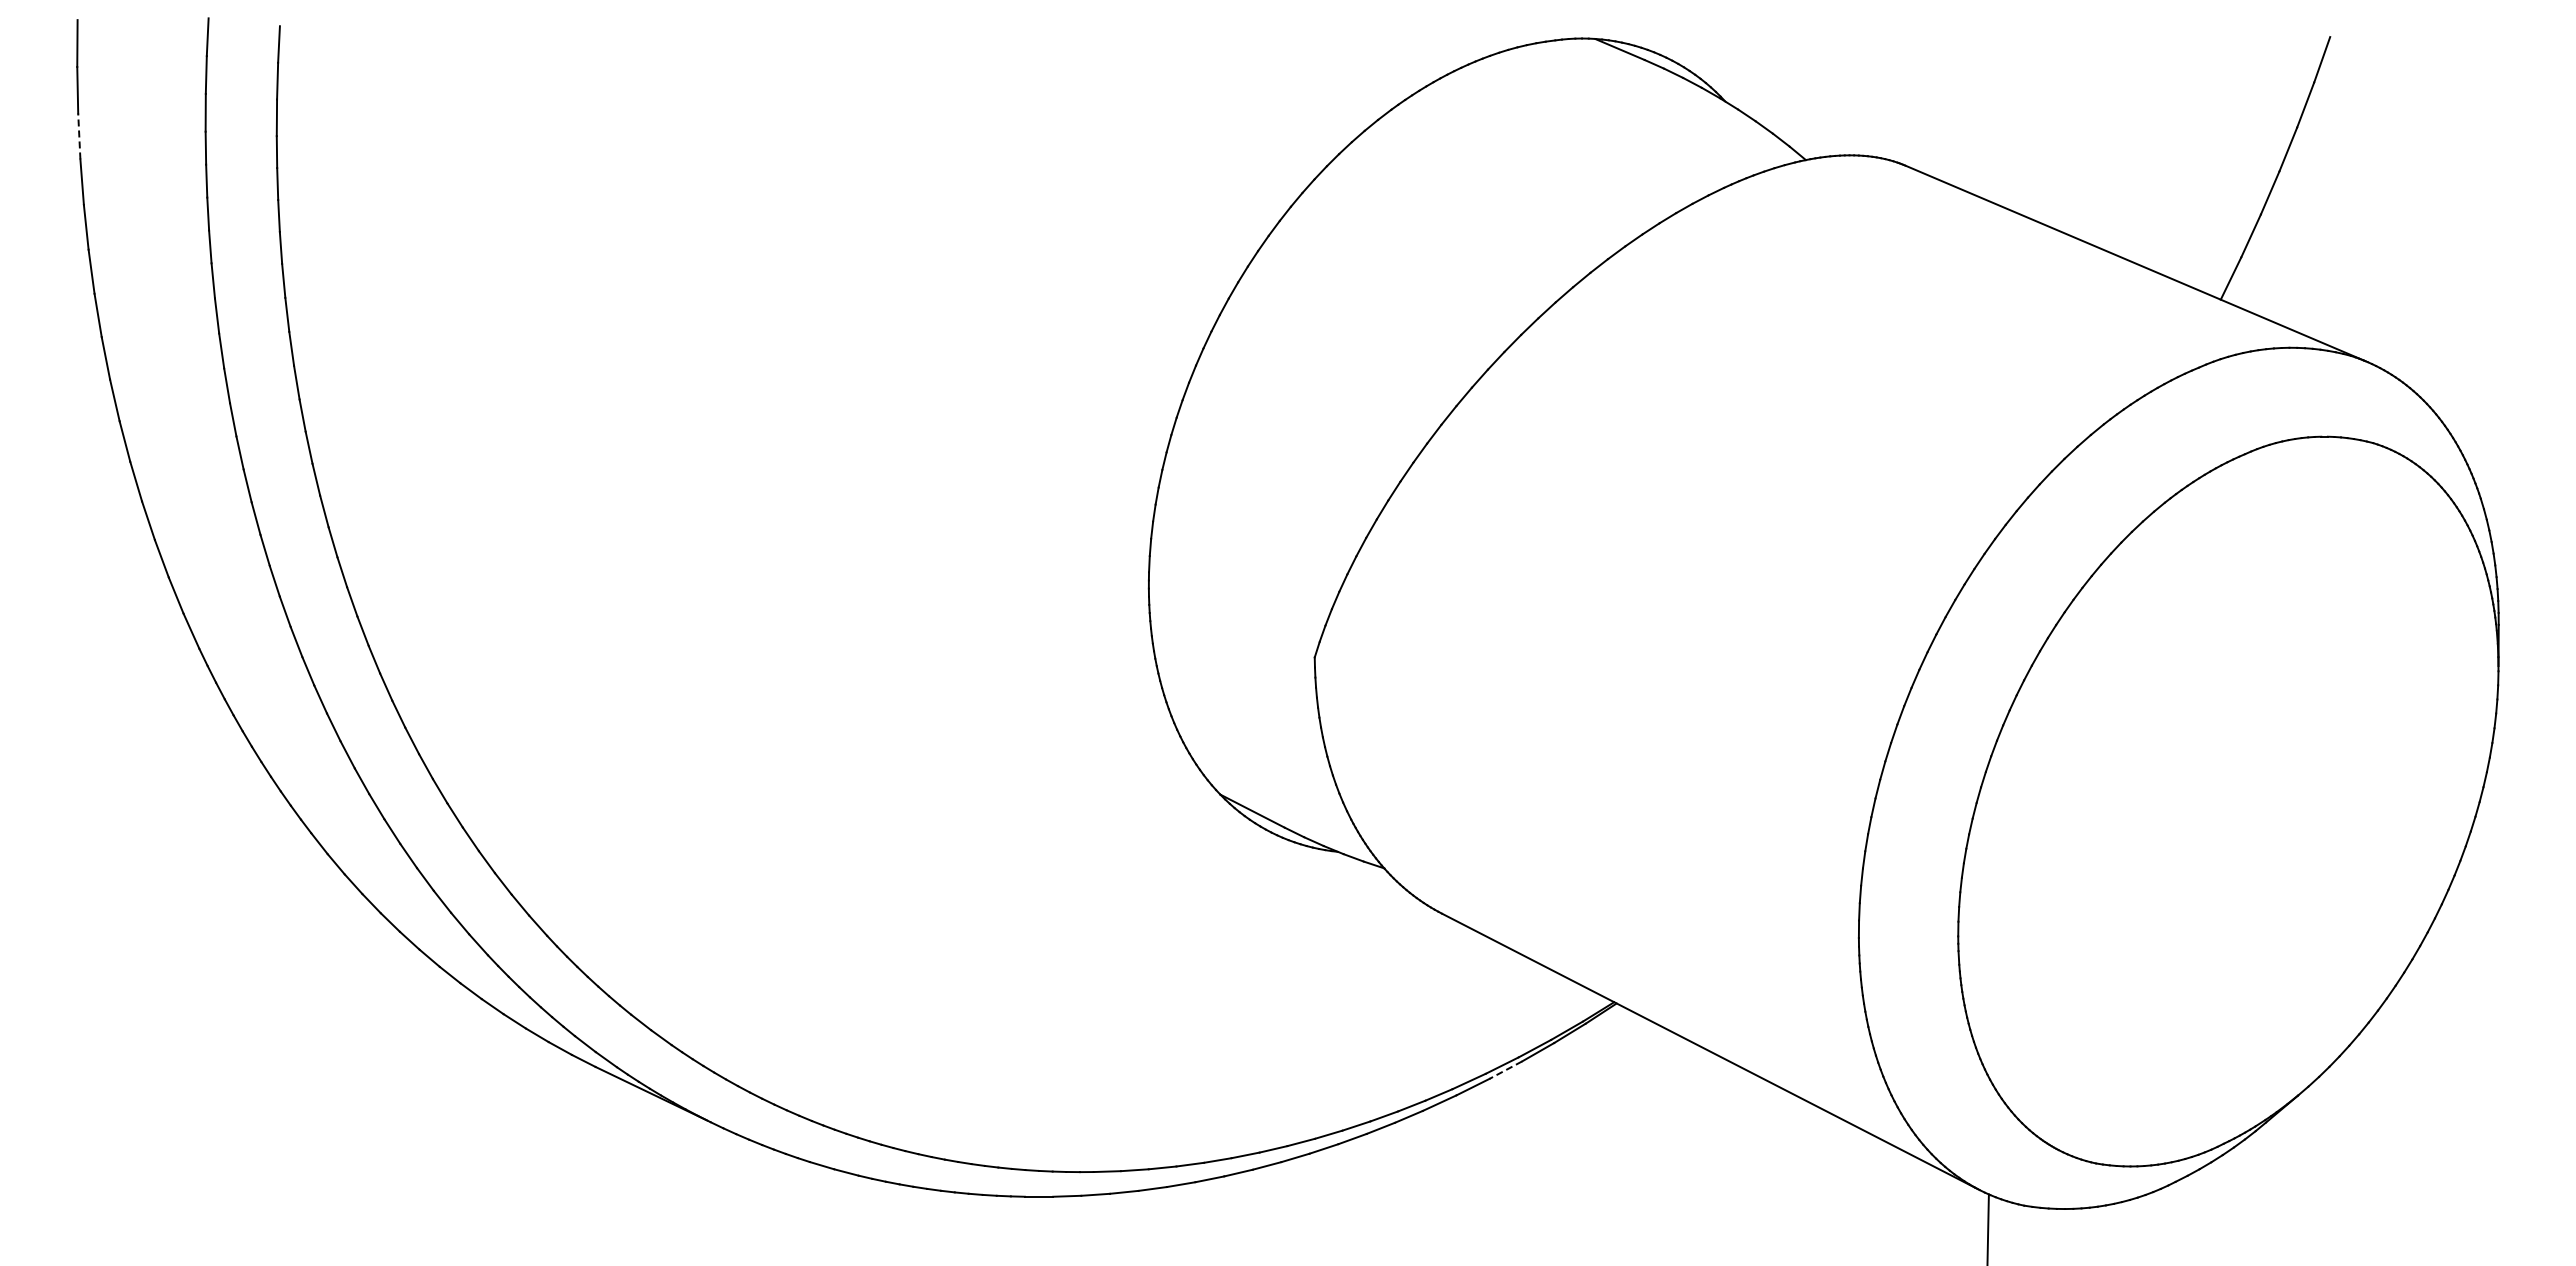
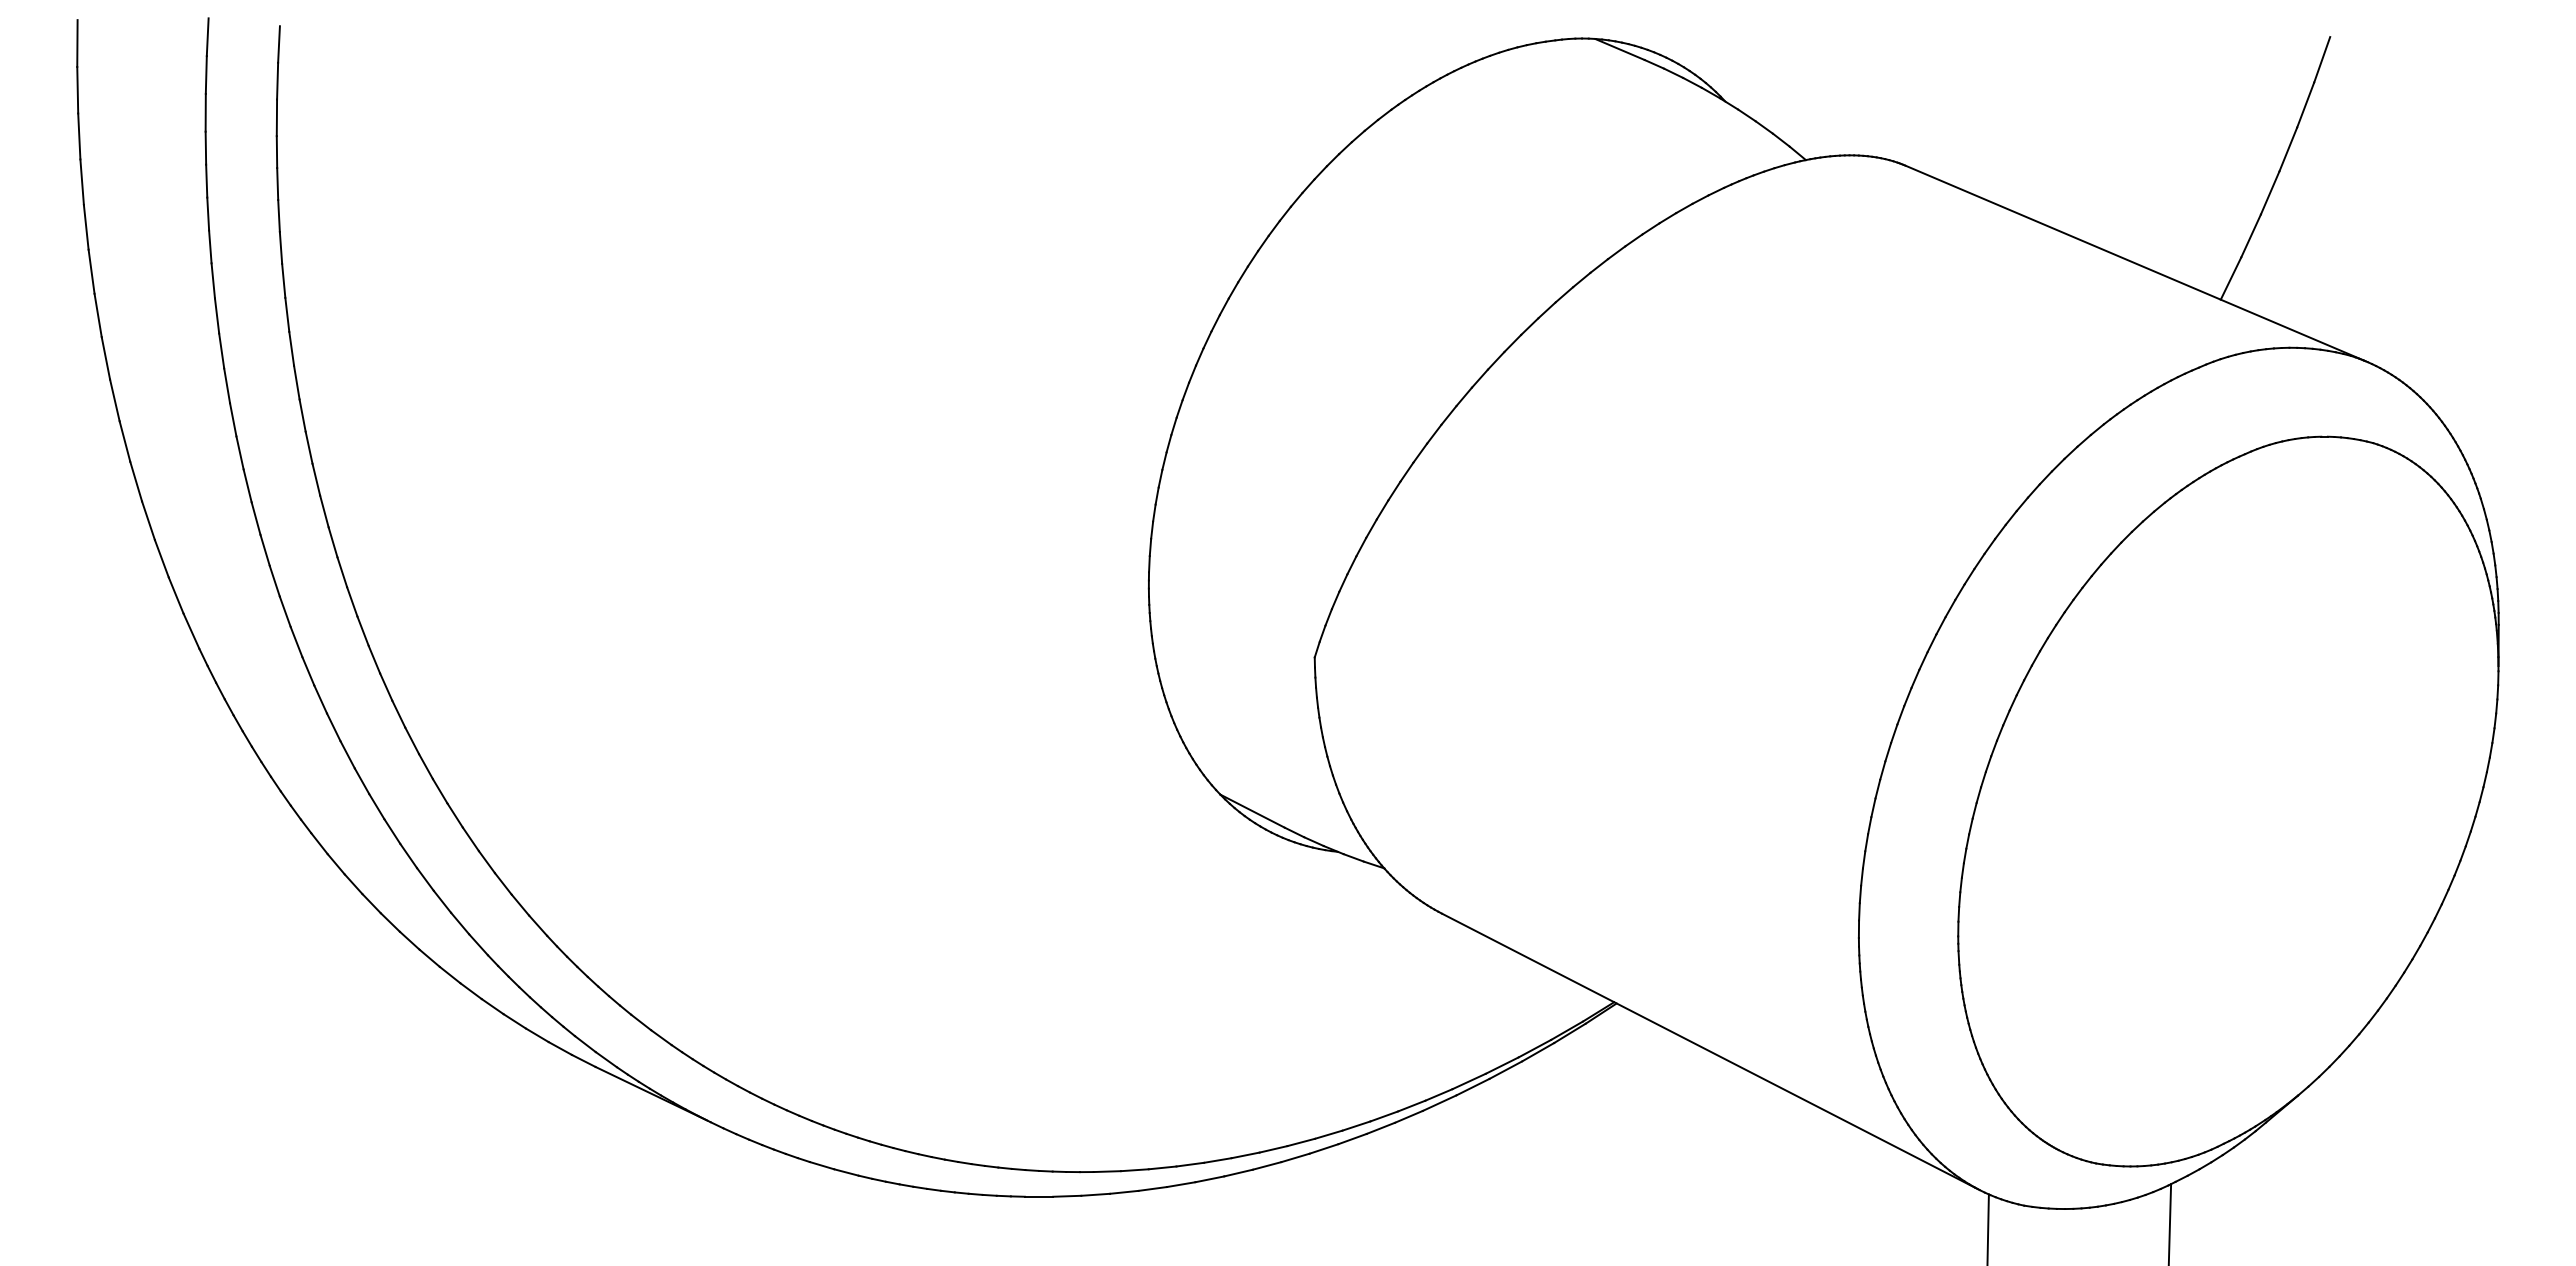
line at (79, 135): dashed -> solid
line at (1505, 1070): dashed -> solid
line at (2169, 1222): none -> present
